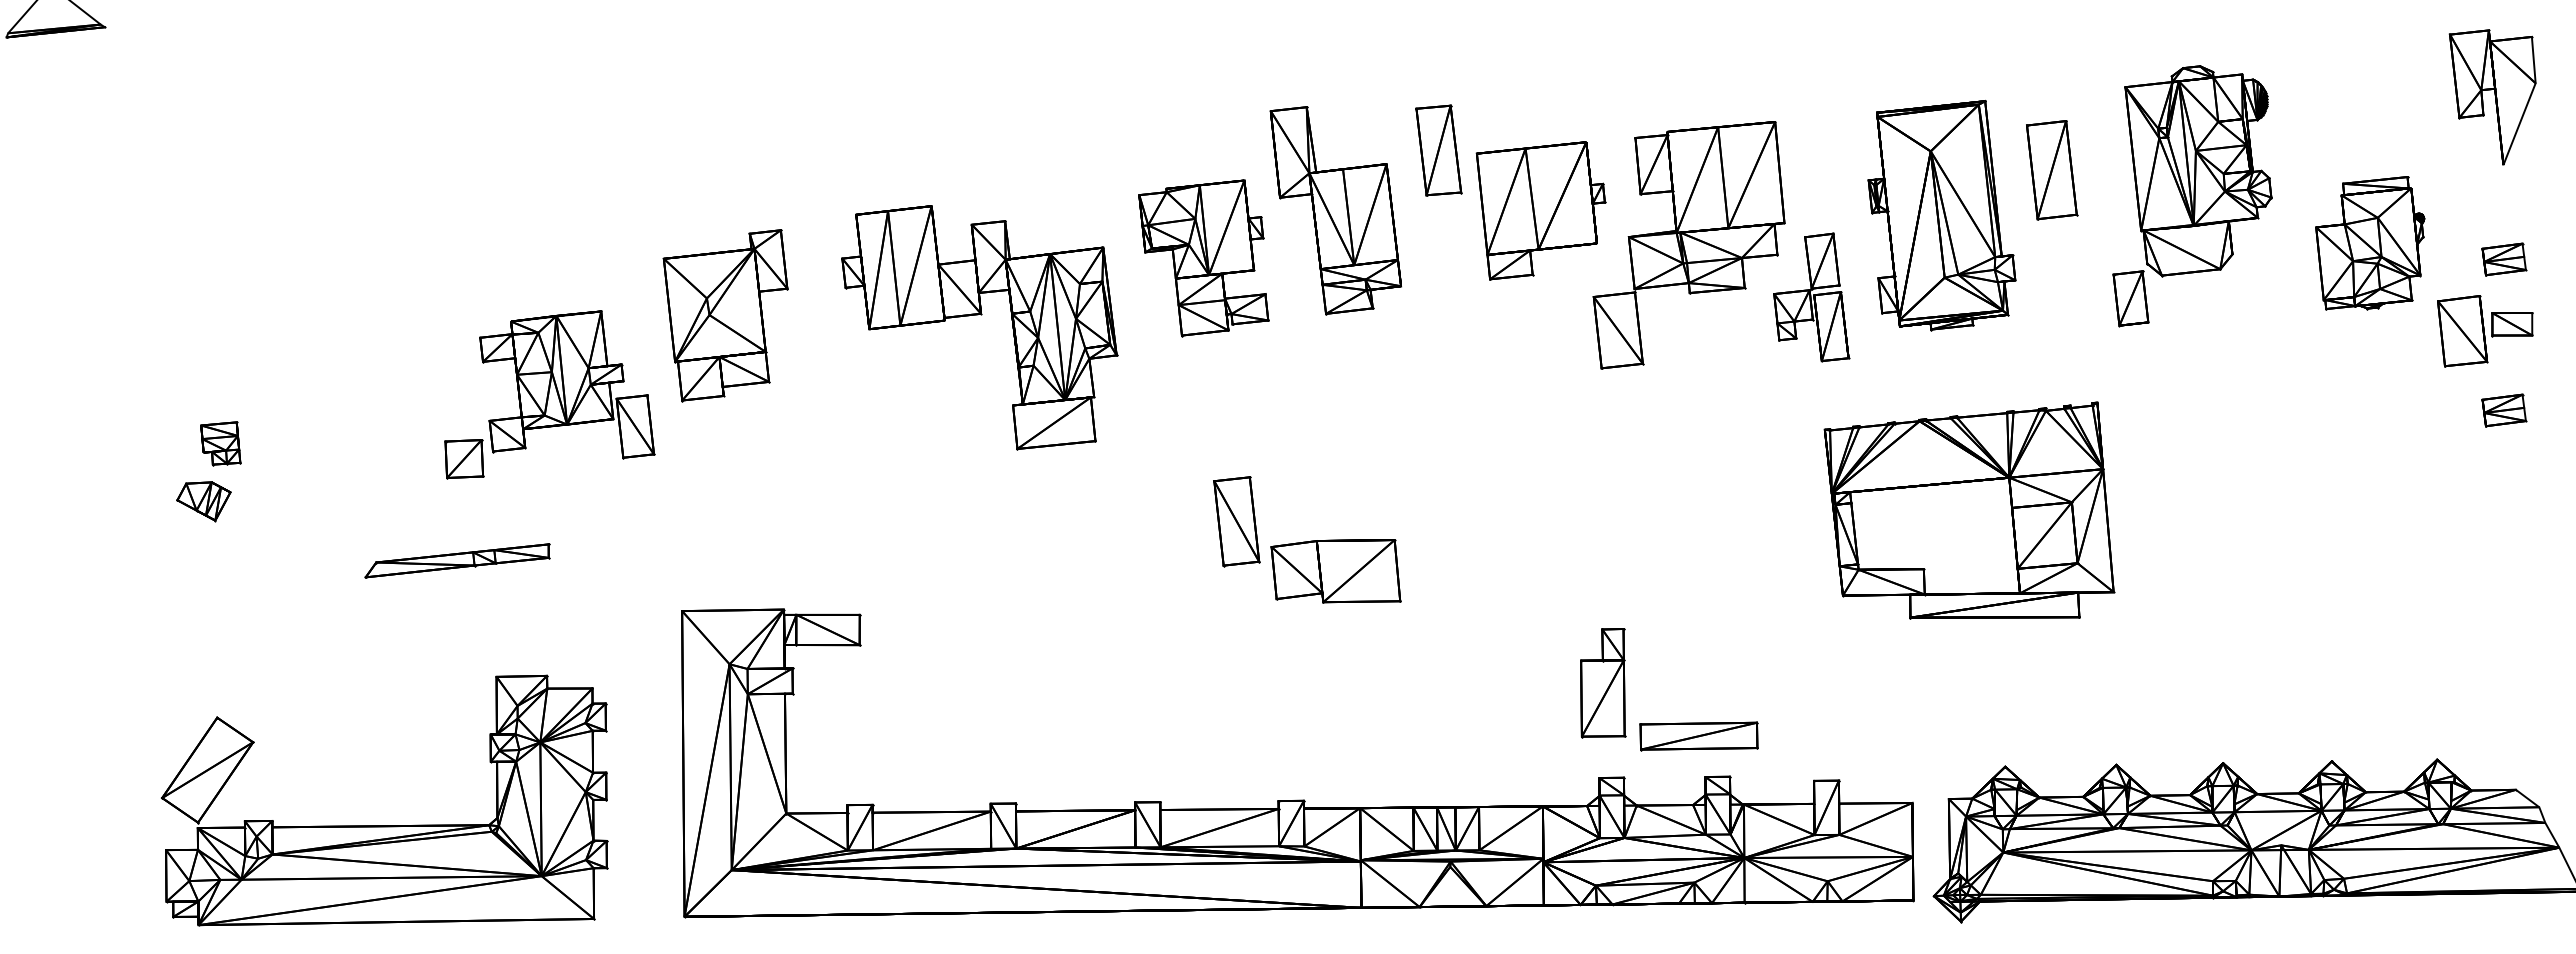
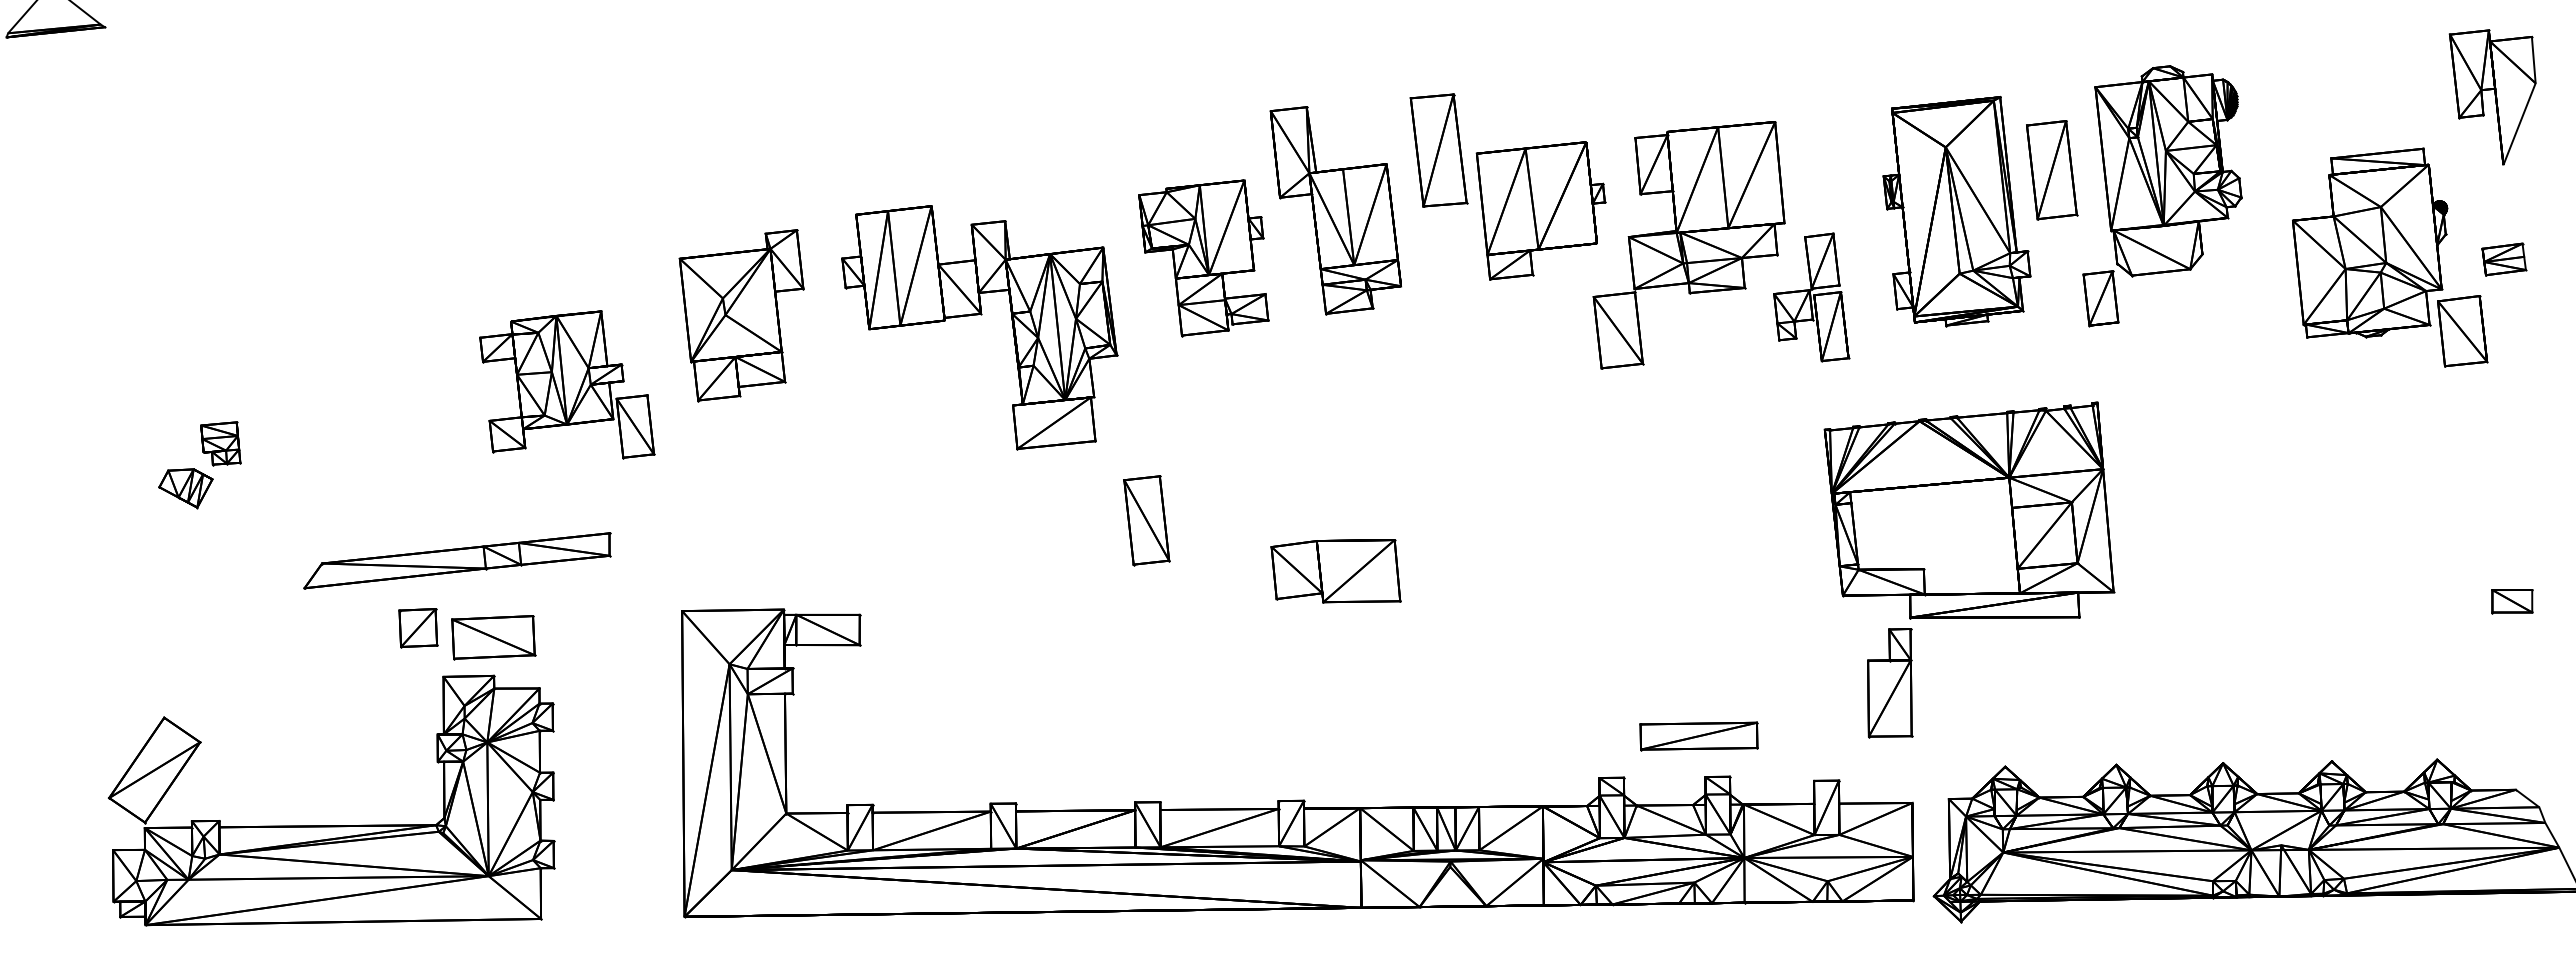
part at (1438, 150) size: 48x93 px -> 60x115 px
part at (2192, 196) position: (2192, 196) -> (2162, 196)
part at (1941, 215) position: (1941, 215) -> (1956, 211)
part at (2370, 243) size: 111x135 px -> 157x192 px
part at (725, 315) position: (725, 315) -> (741, 315)
part at (2512, 324) position: (2512, 324) -> (2512, 601)
part at (2504, 410): present -> none
part at (464, 459) position: (464, 459) -> (418, 628)
part at (203, 501) position: (203, 501) -> (185, 488)
part at (1236, 521) position: (1236, 521) -> (1146, 520)
part at (457, 560) size: 187x36 px -> 309x58 px
part at (493, 637): none -> present
part at (1603, 683) position: (1603, 683) -> (1890, 683)
part at (384, 825) position: (384, 825) -> (331, 825)
